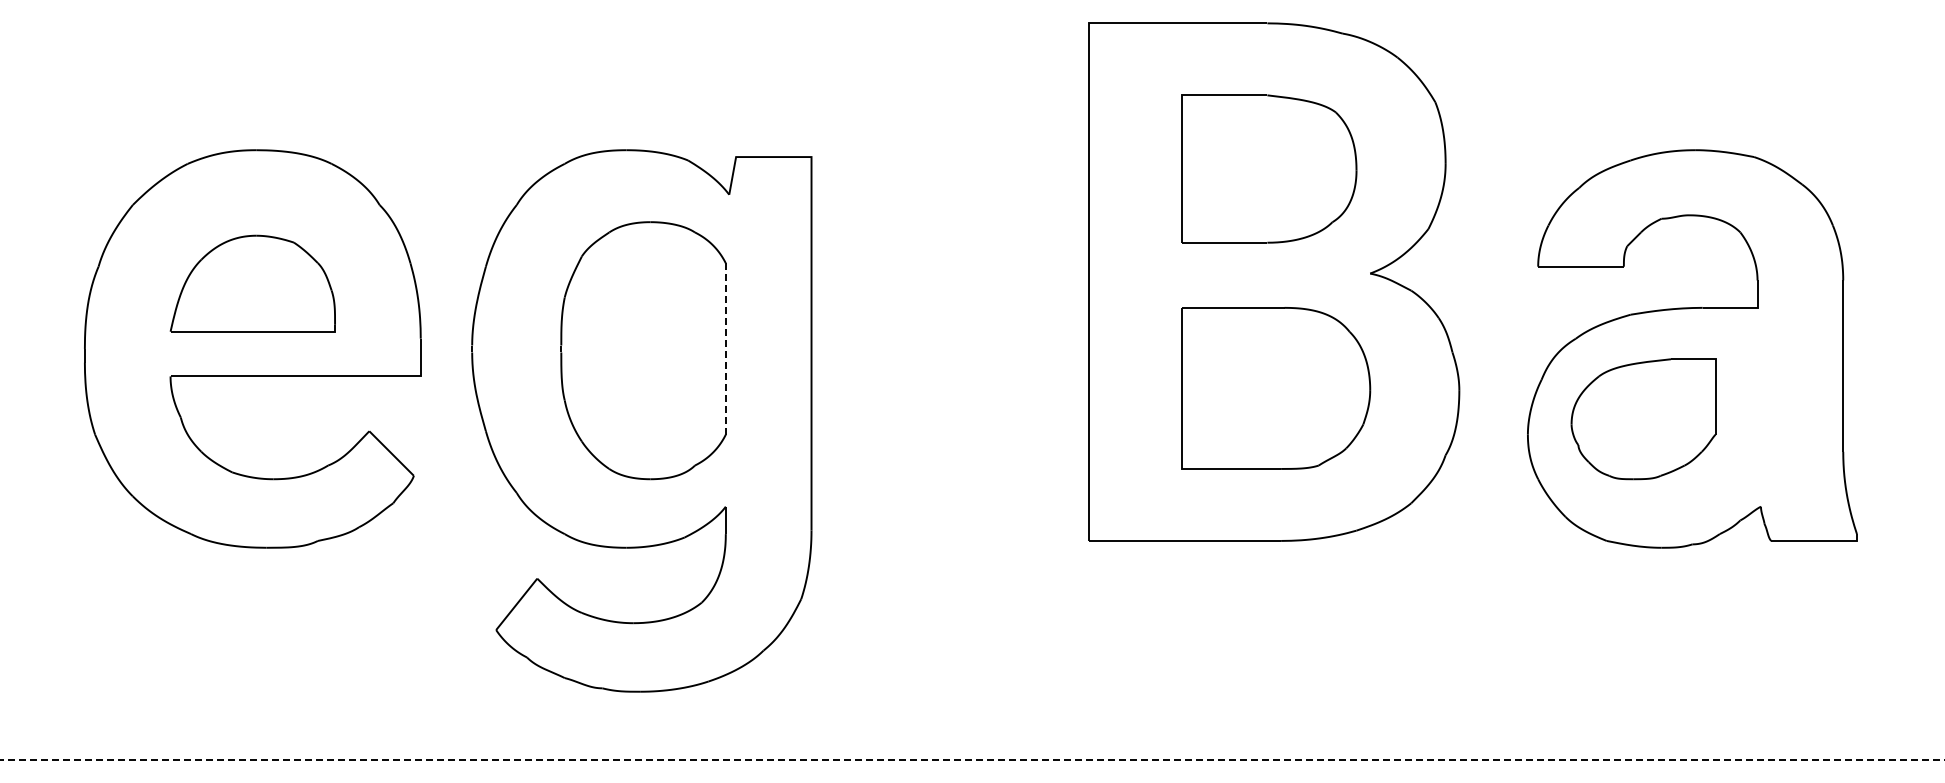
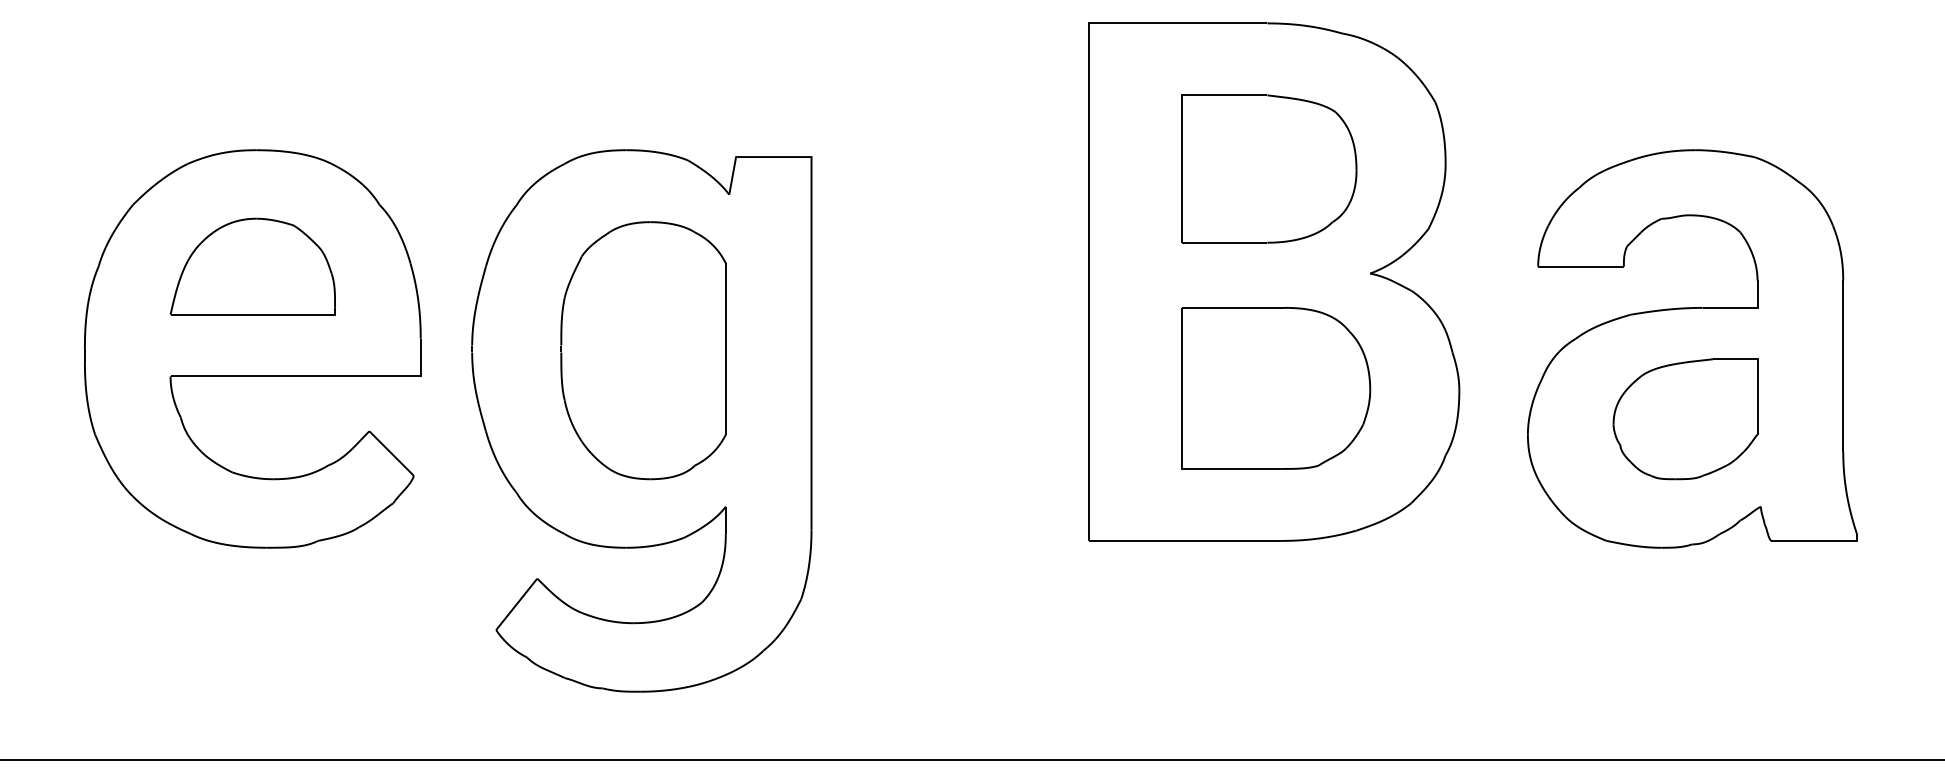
part at (252, 283) position: (252, 283) -> (252, 266)
line at (725, 348): dashed -> solid
part at (1643, 419) position: (1643, 419) -> (1685, 419)
line at (972, 759): dashed -> solid
